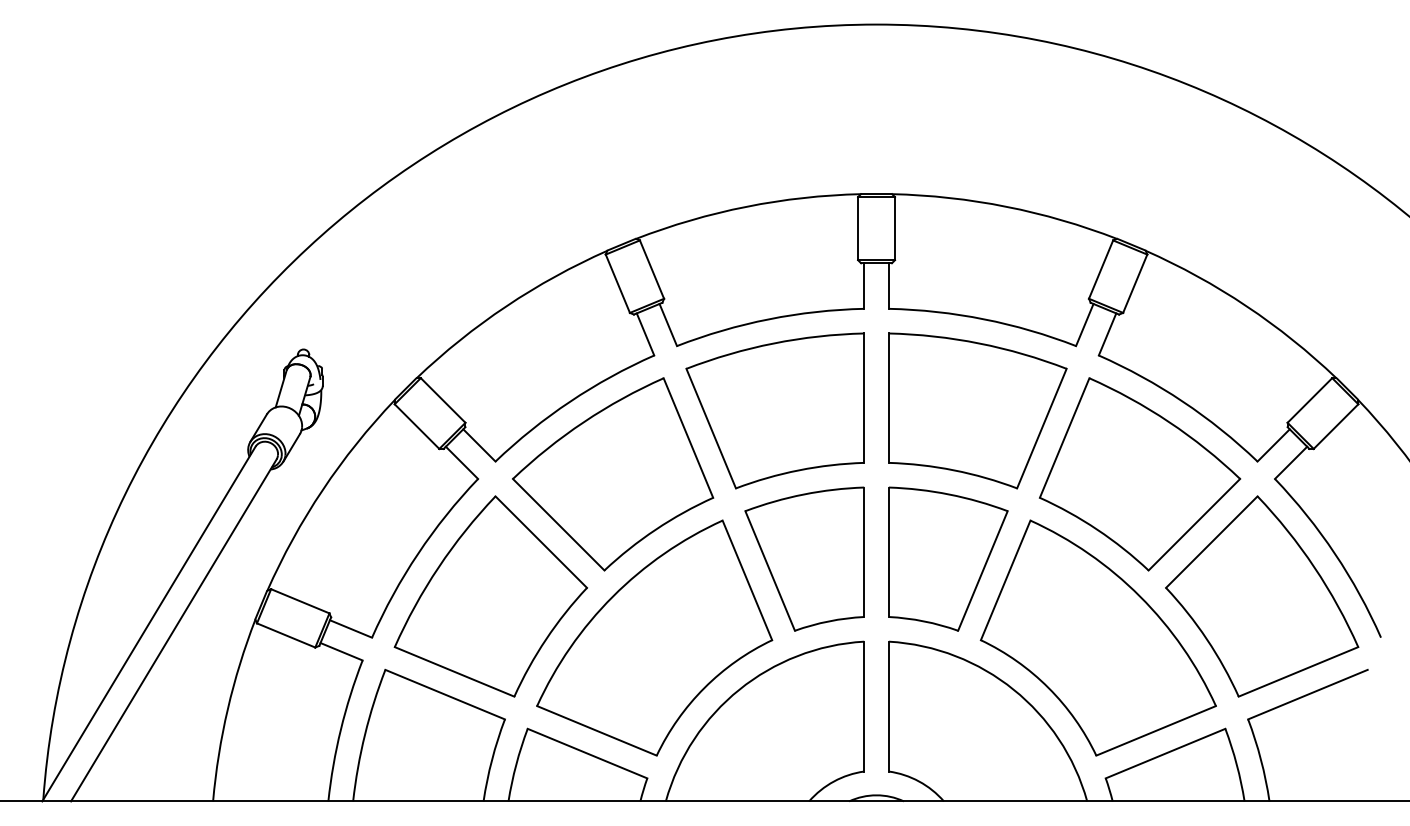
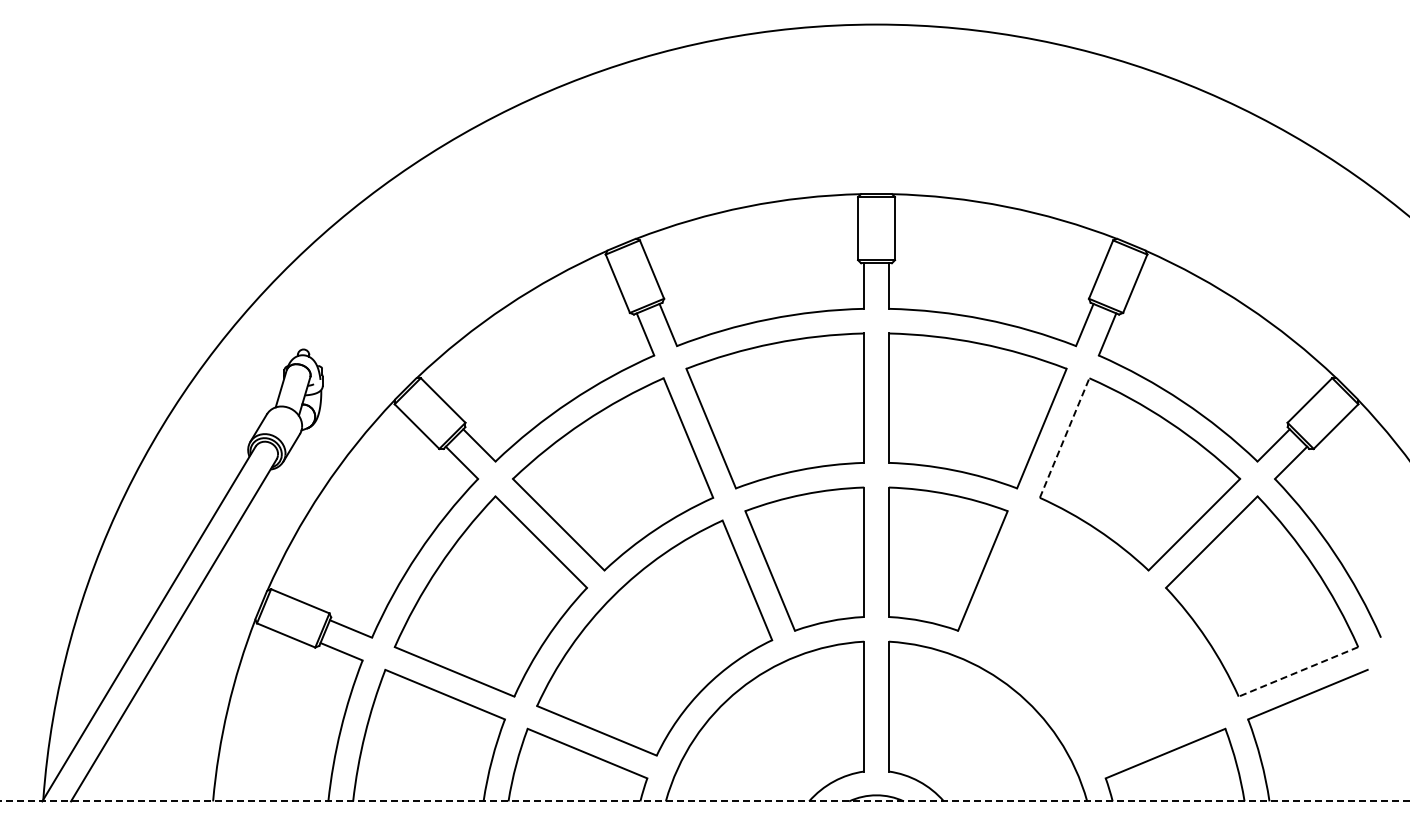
line at (1064, 438): solid -> dashed
part at (1097, 637): present -> none
line at (1298, 671): solid -> dashed
line at (704, 801): solid -> dashed
